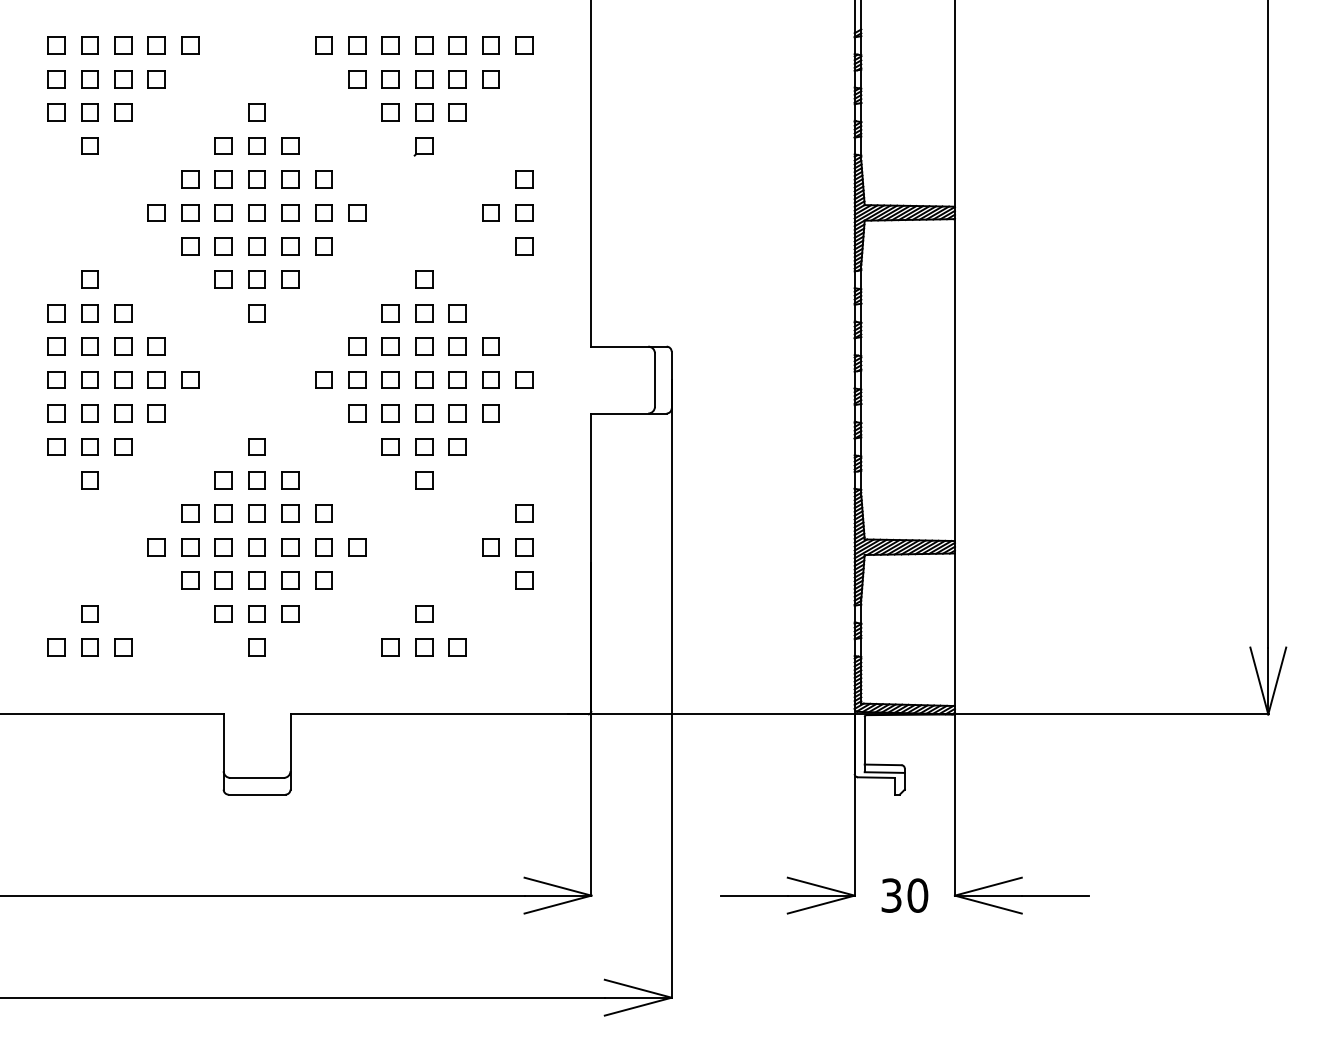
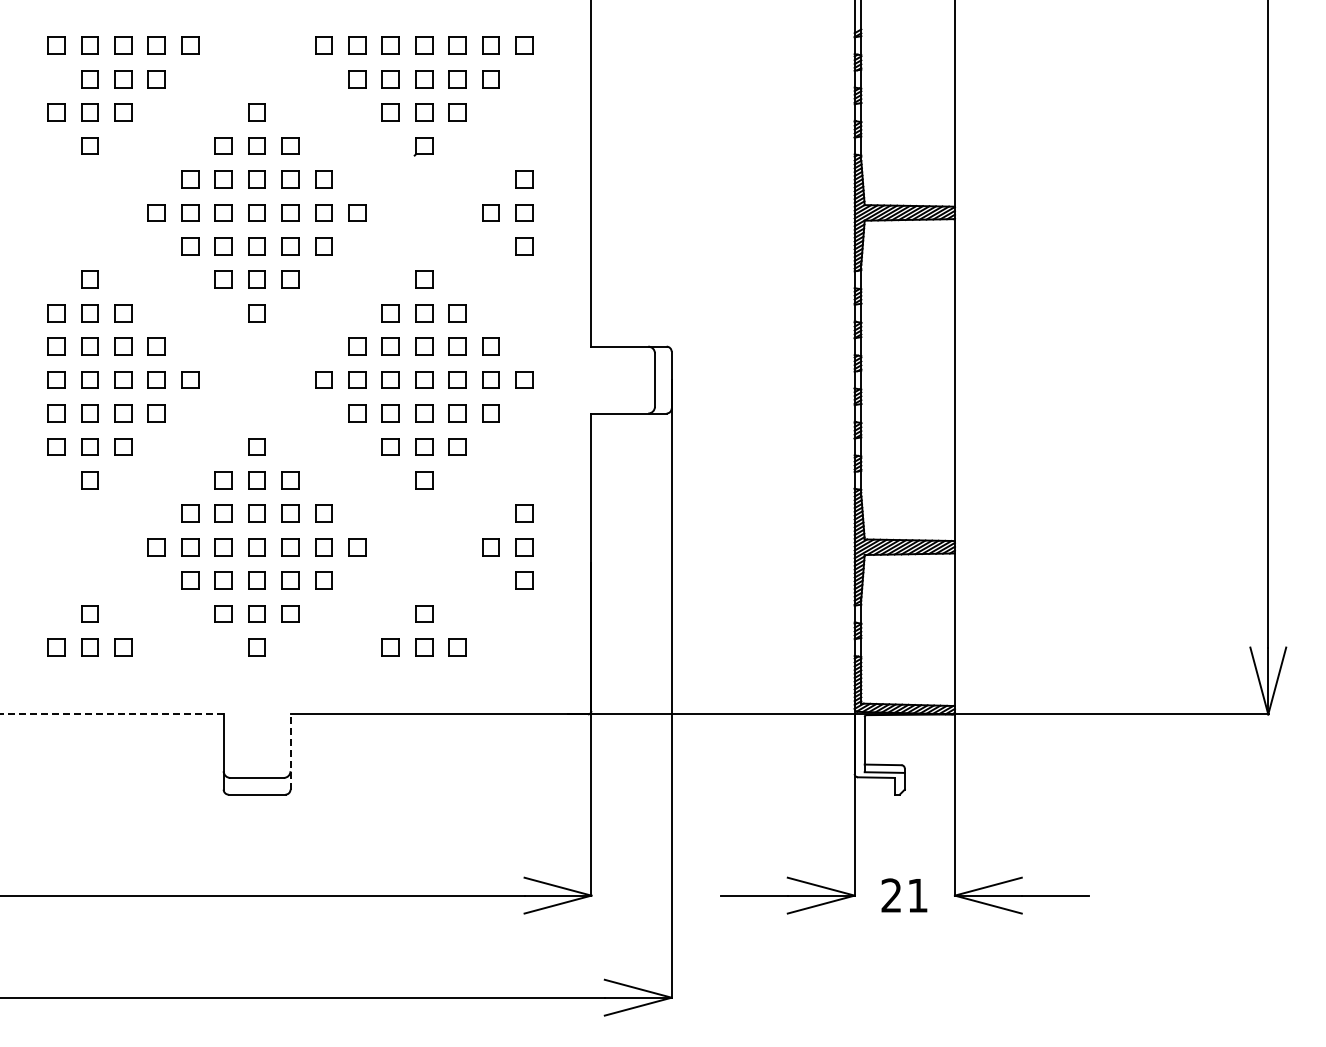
part at (56, 79): present -> none
line at (111, 714): solid -> dashed
line at (290, 752): solid -> dashed
text at (904, 895): 30 -> 21
